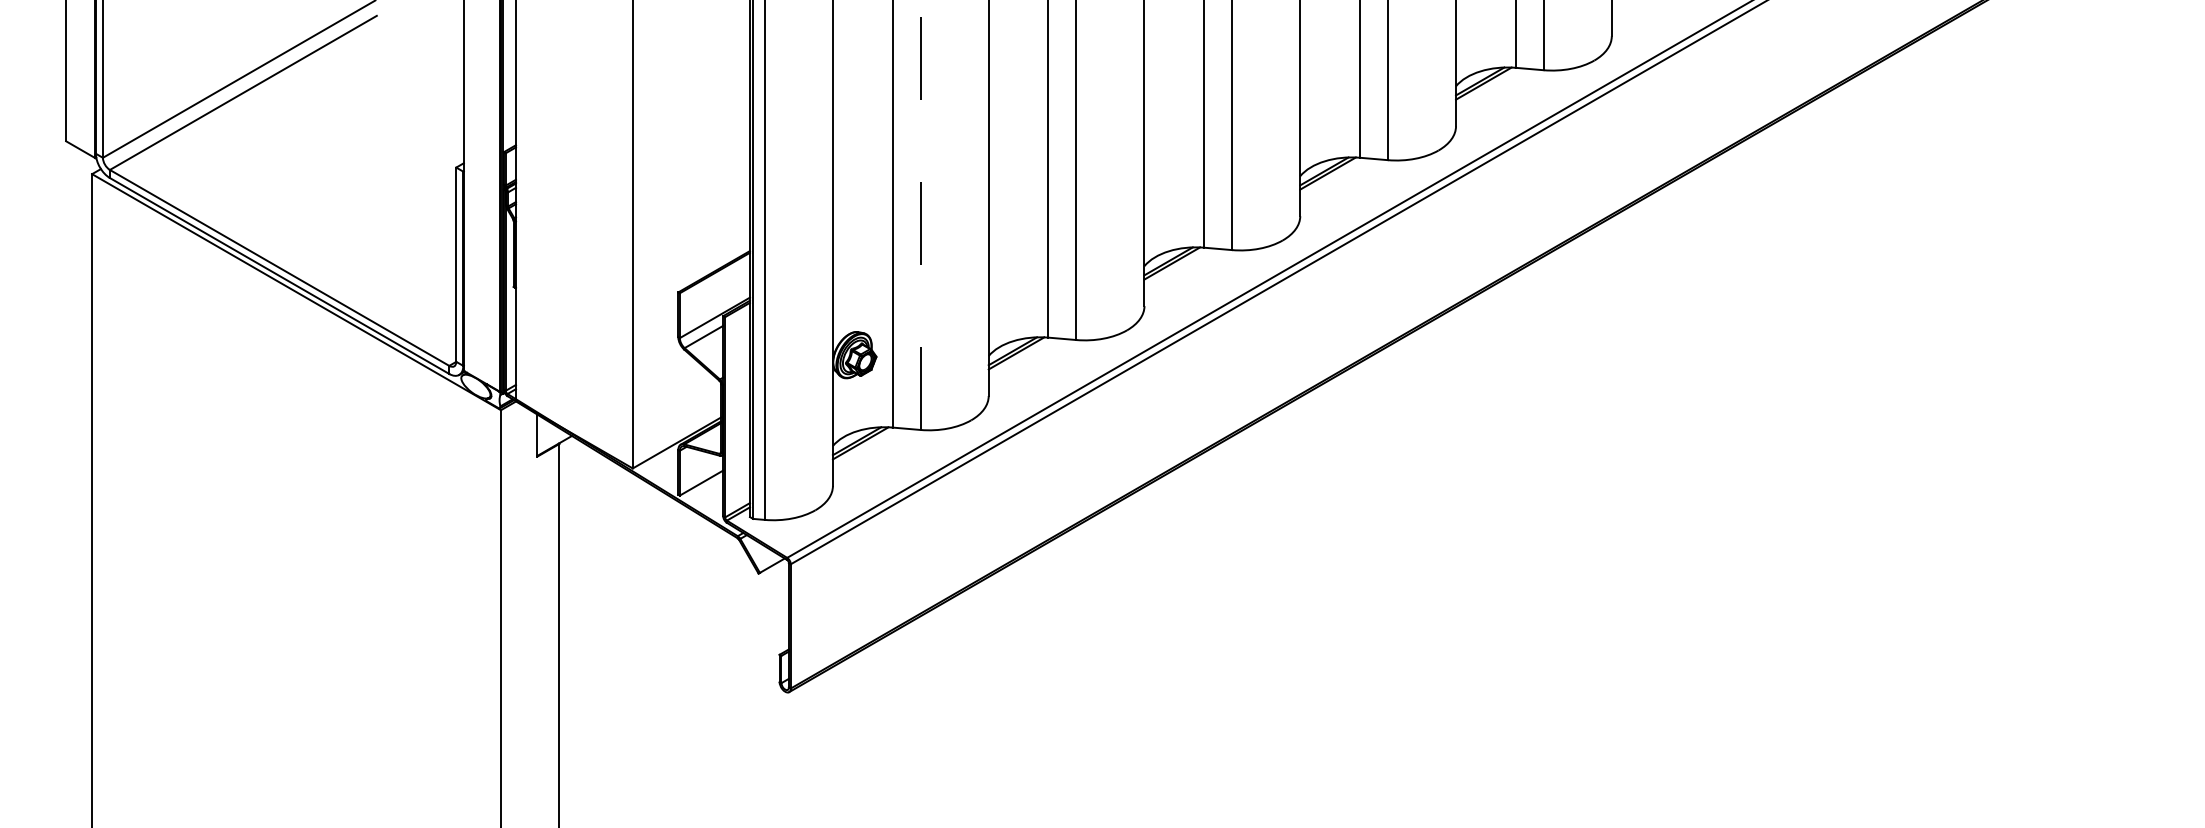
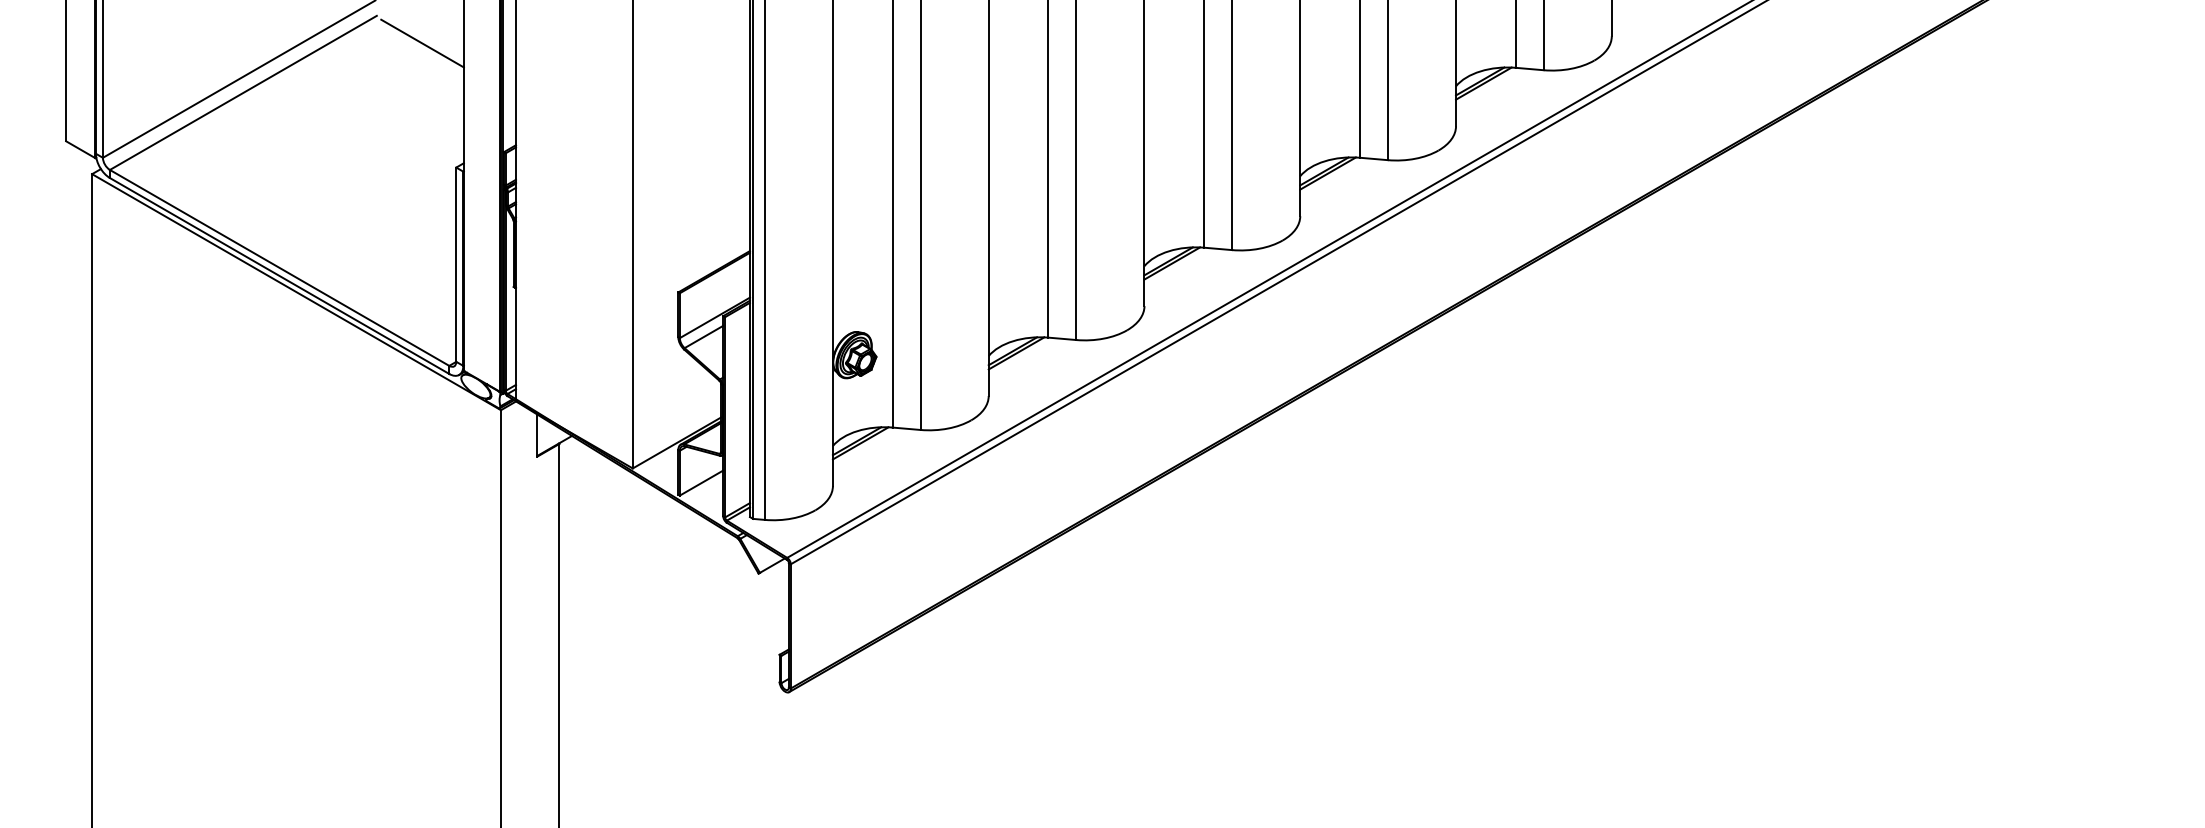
line at (422, 43): none -> present
line at (920, 215): dashed -> solid
